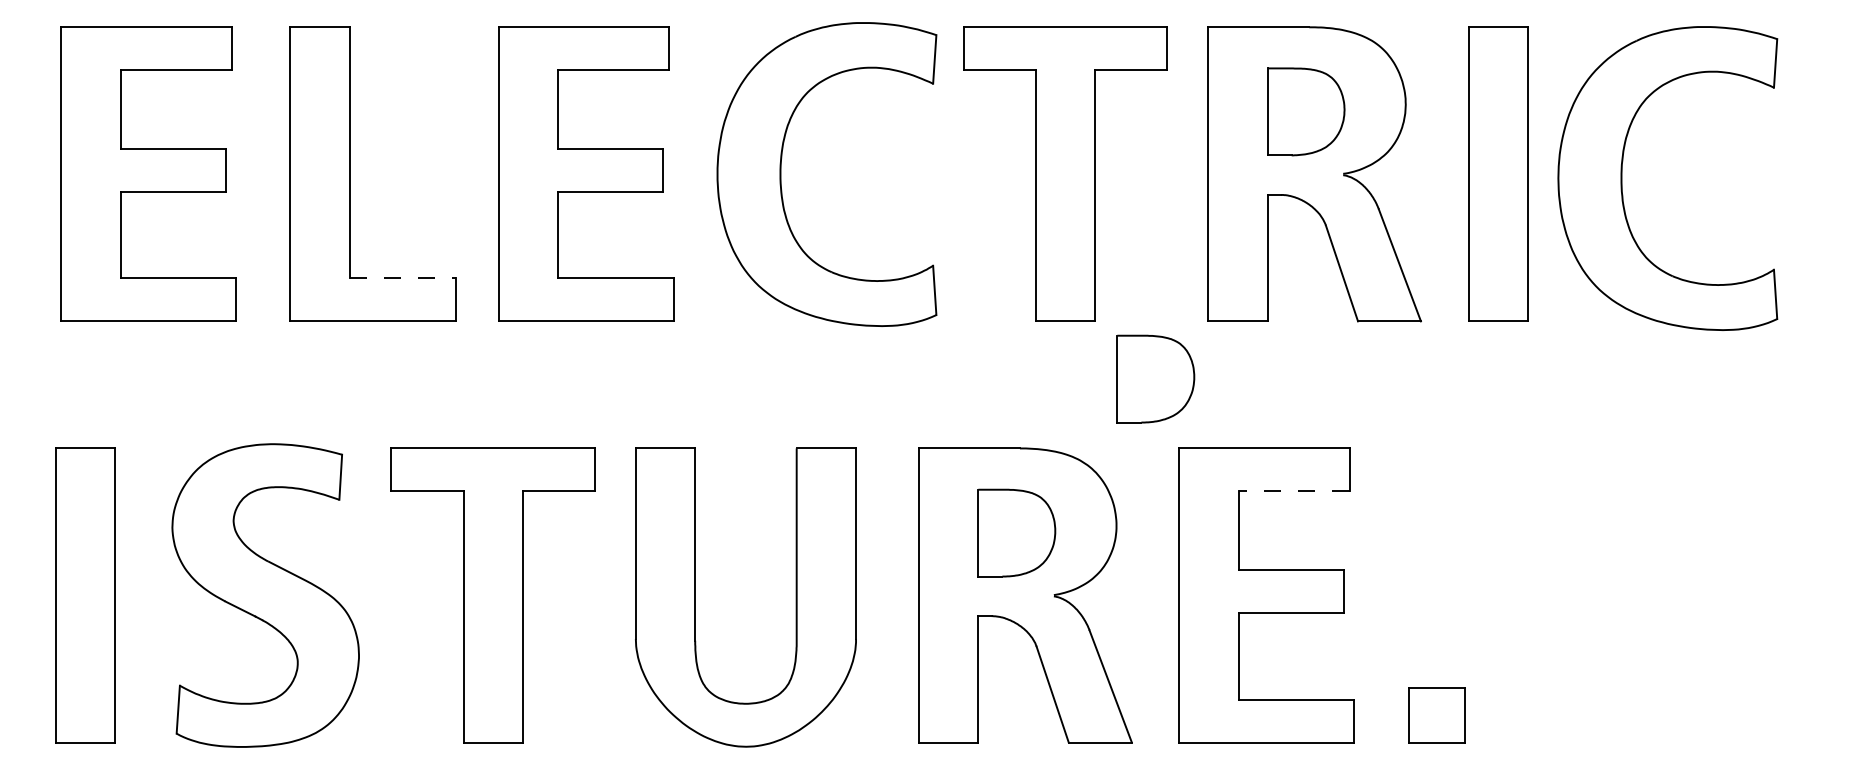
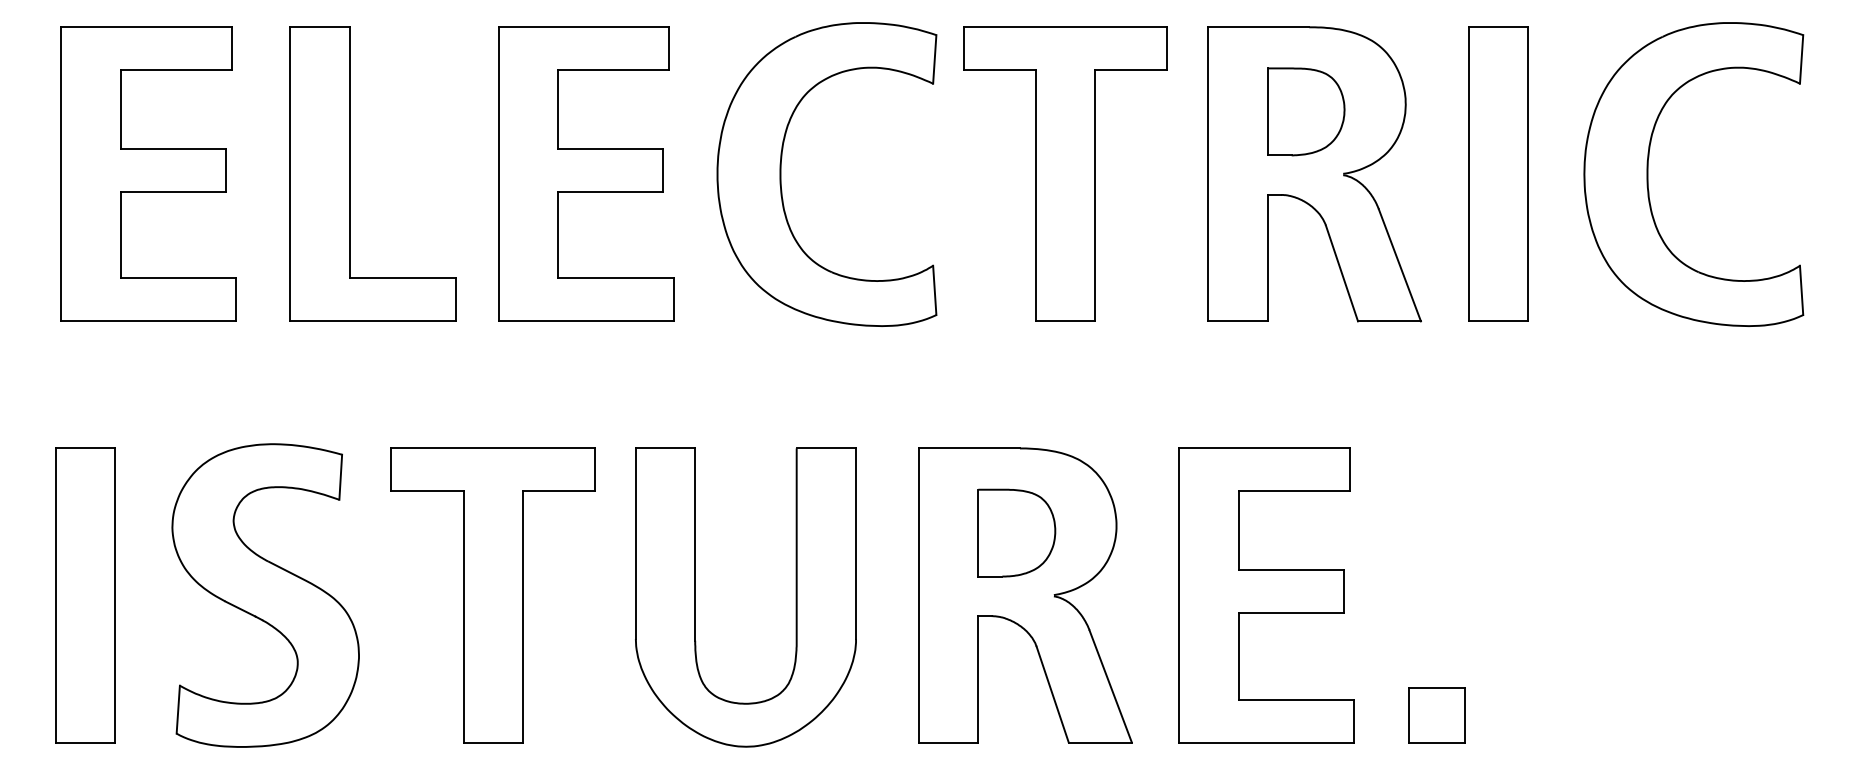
part at (1622, 178) position: (1622, 178) -> (1648, 174)
line at (403, 278): dashed -> solid
part at (1155, 378): present -> none
line at (1293, 491): dashed -> solid
